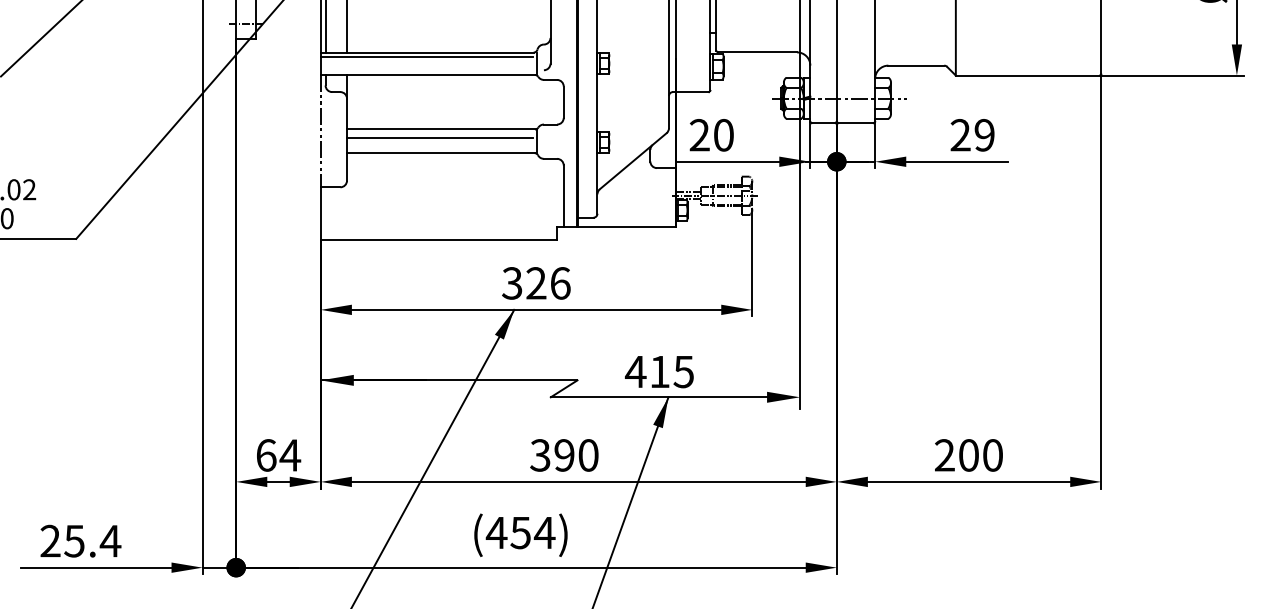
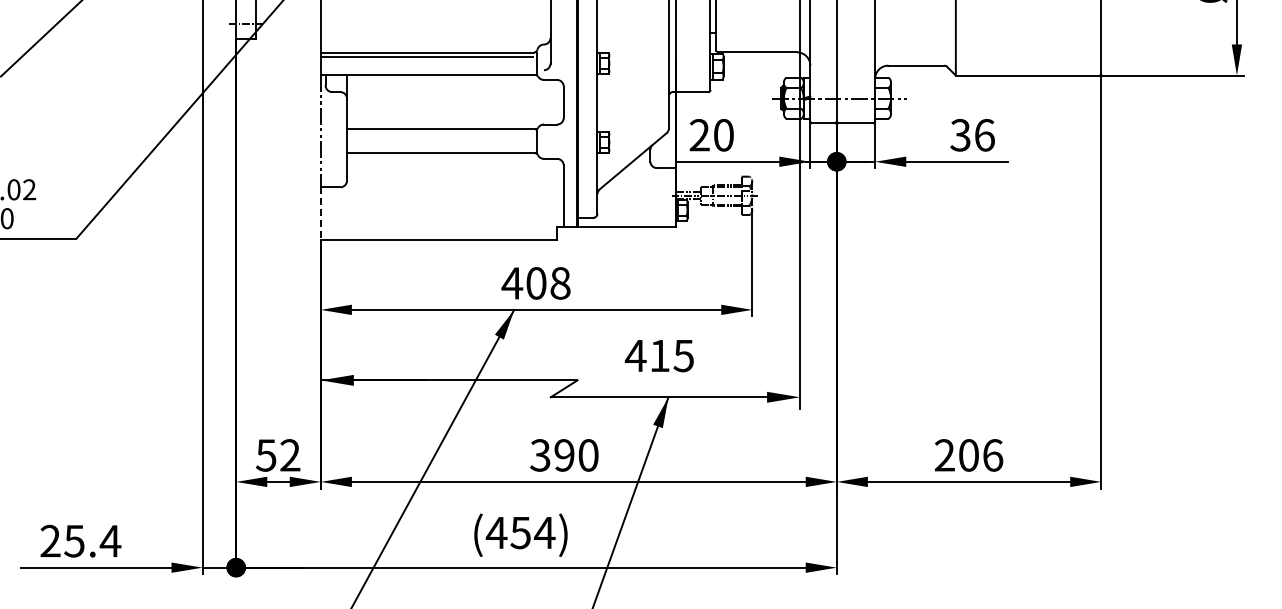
line at (325, 27): present -> none
line at (347, 27): present -> none
text at (972, 135): 29 -> 36
line at (440, 137): present -> none
line at (320, 214): solid -> dashed
text at (535, 283): 326 -> 408
text at (659, 372) position: (659, 372) -> (659, 356)
text at (278, 455): 64 -> 52
text at (993, 455): 200 -> 206
